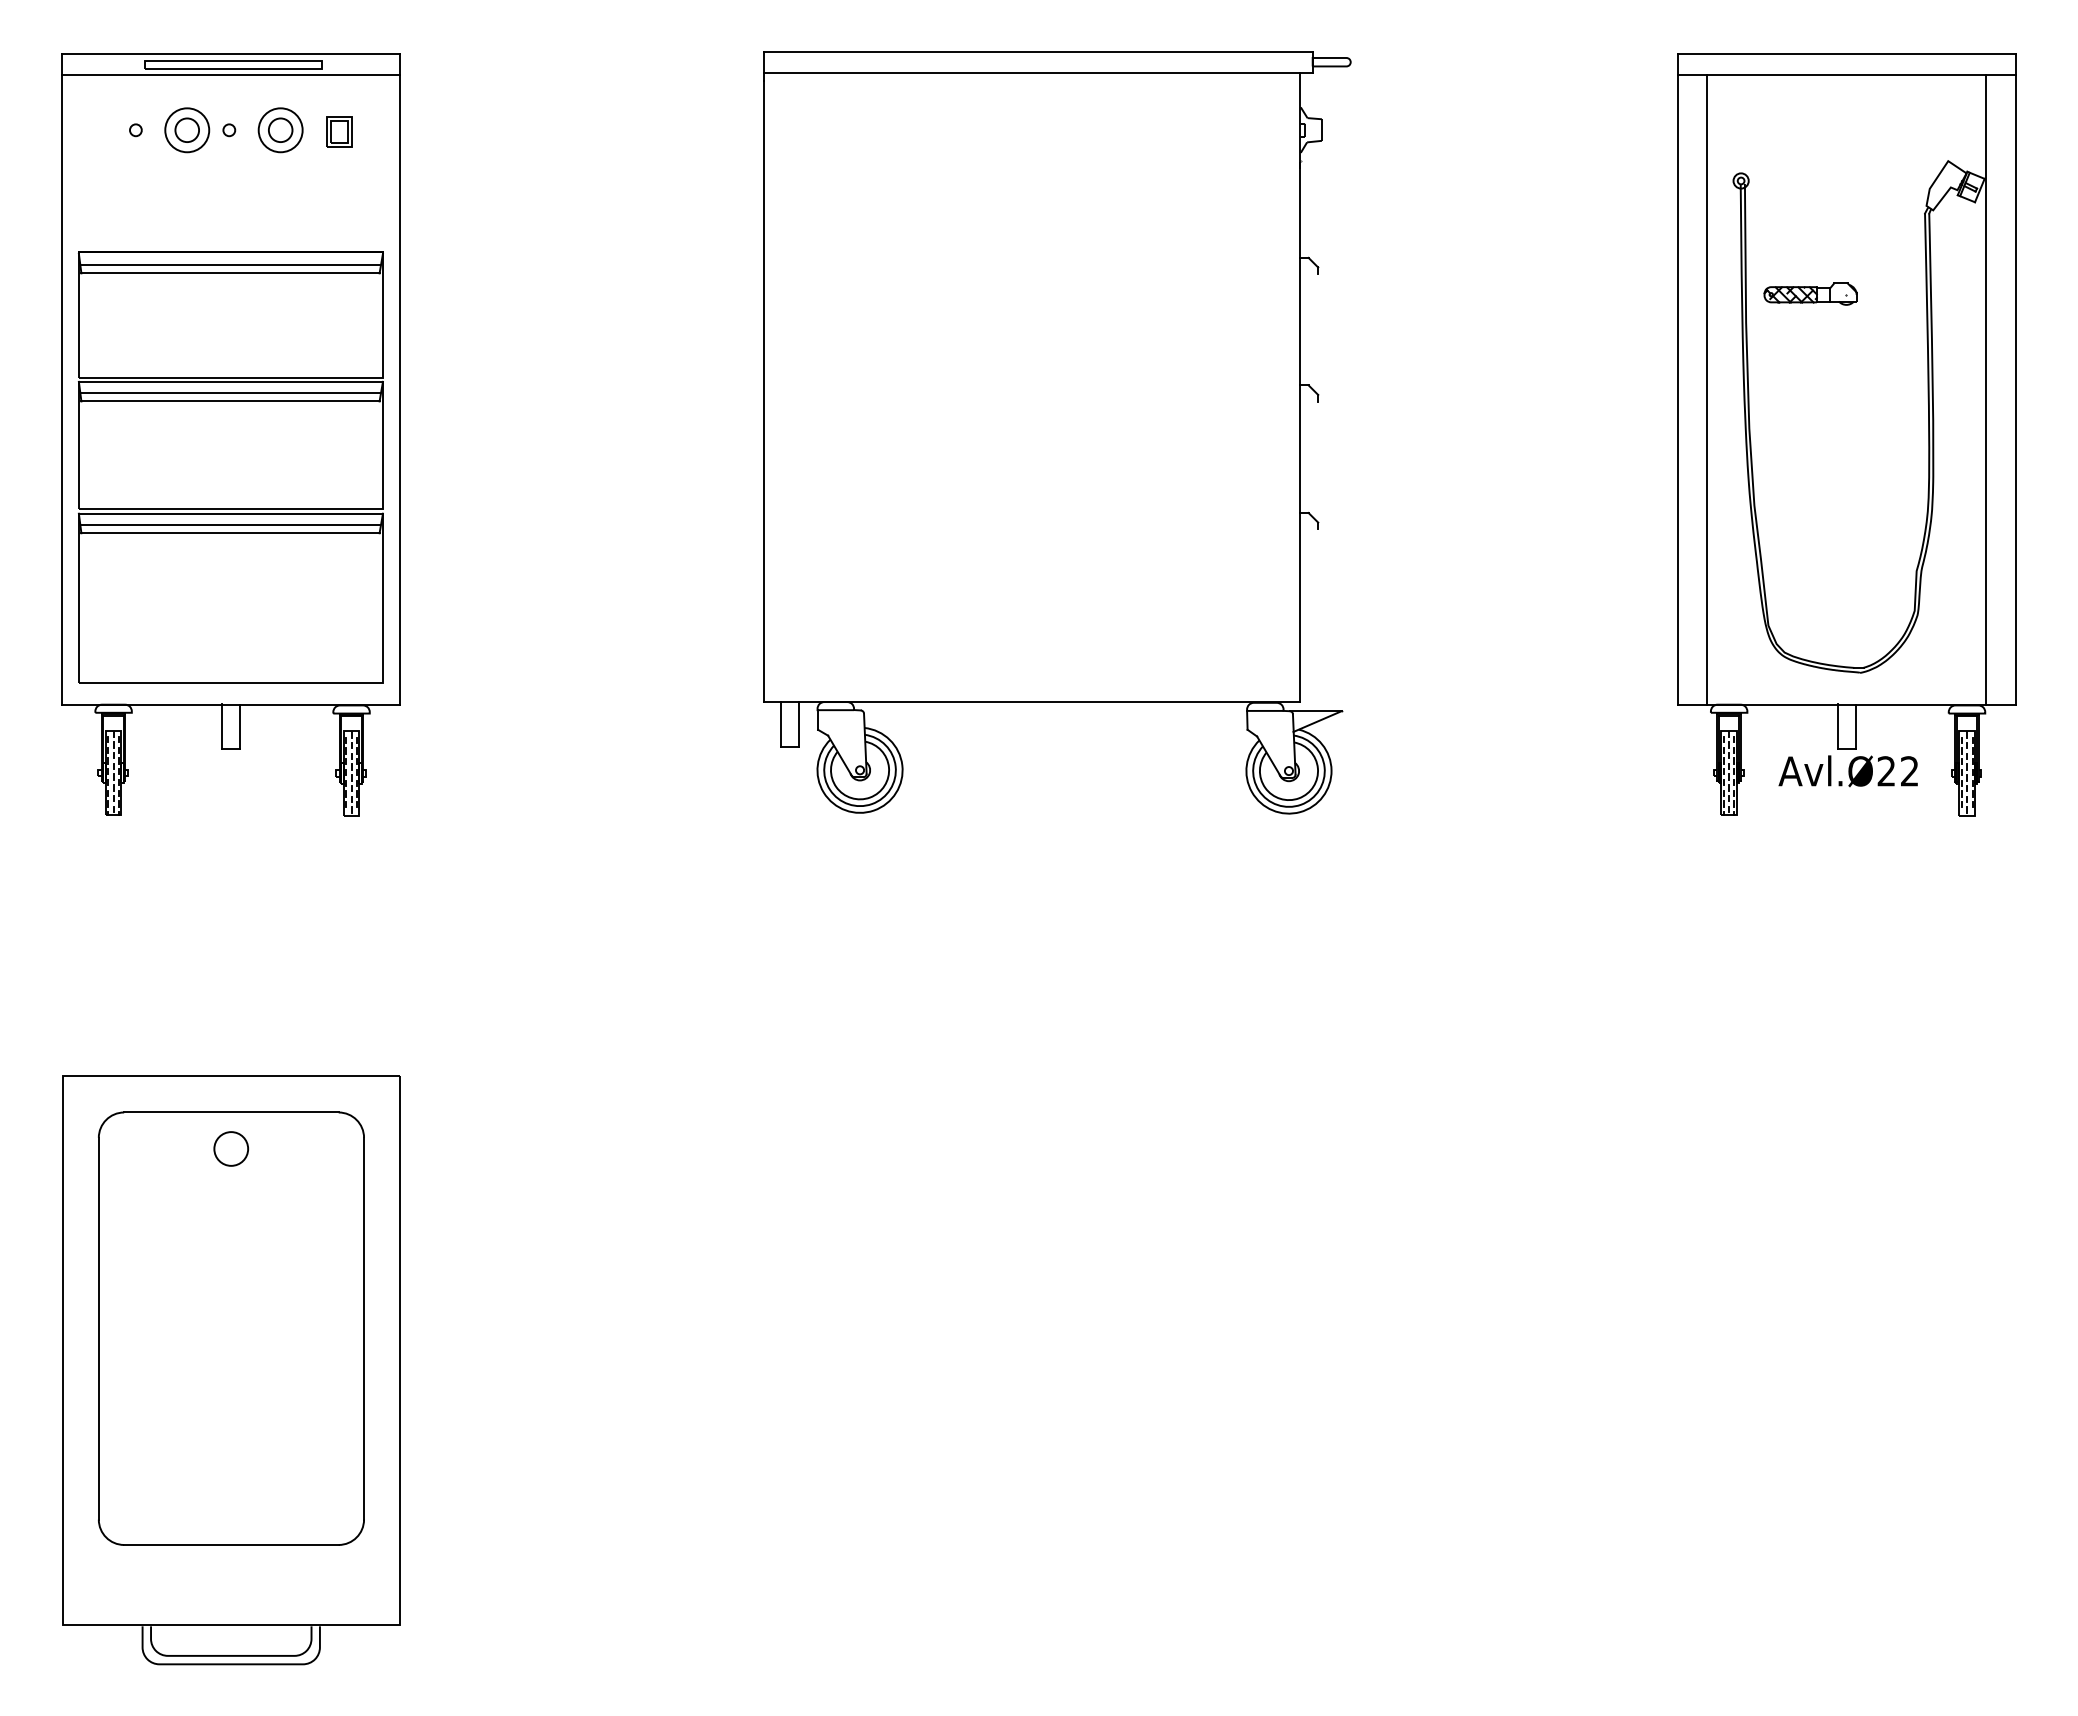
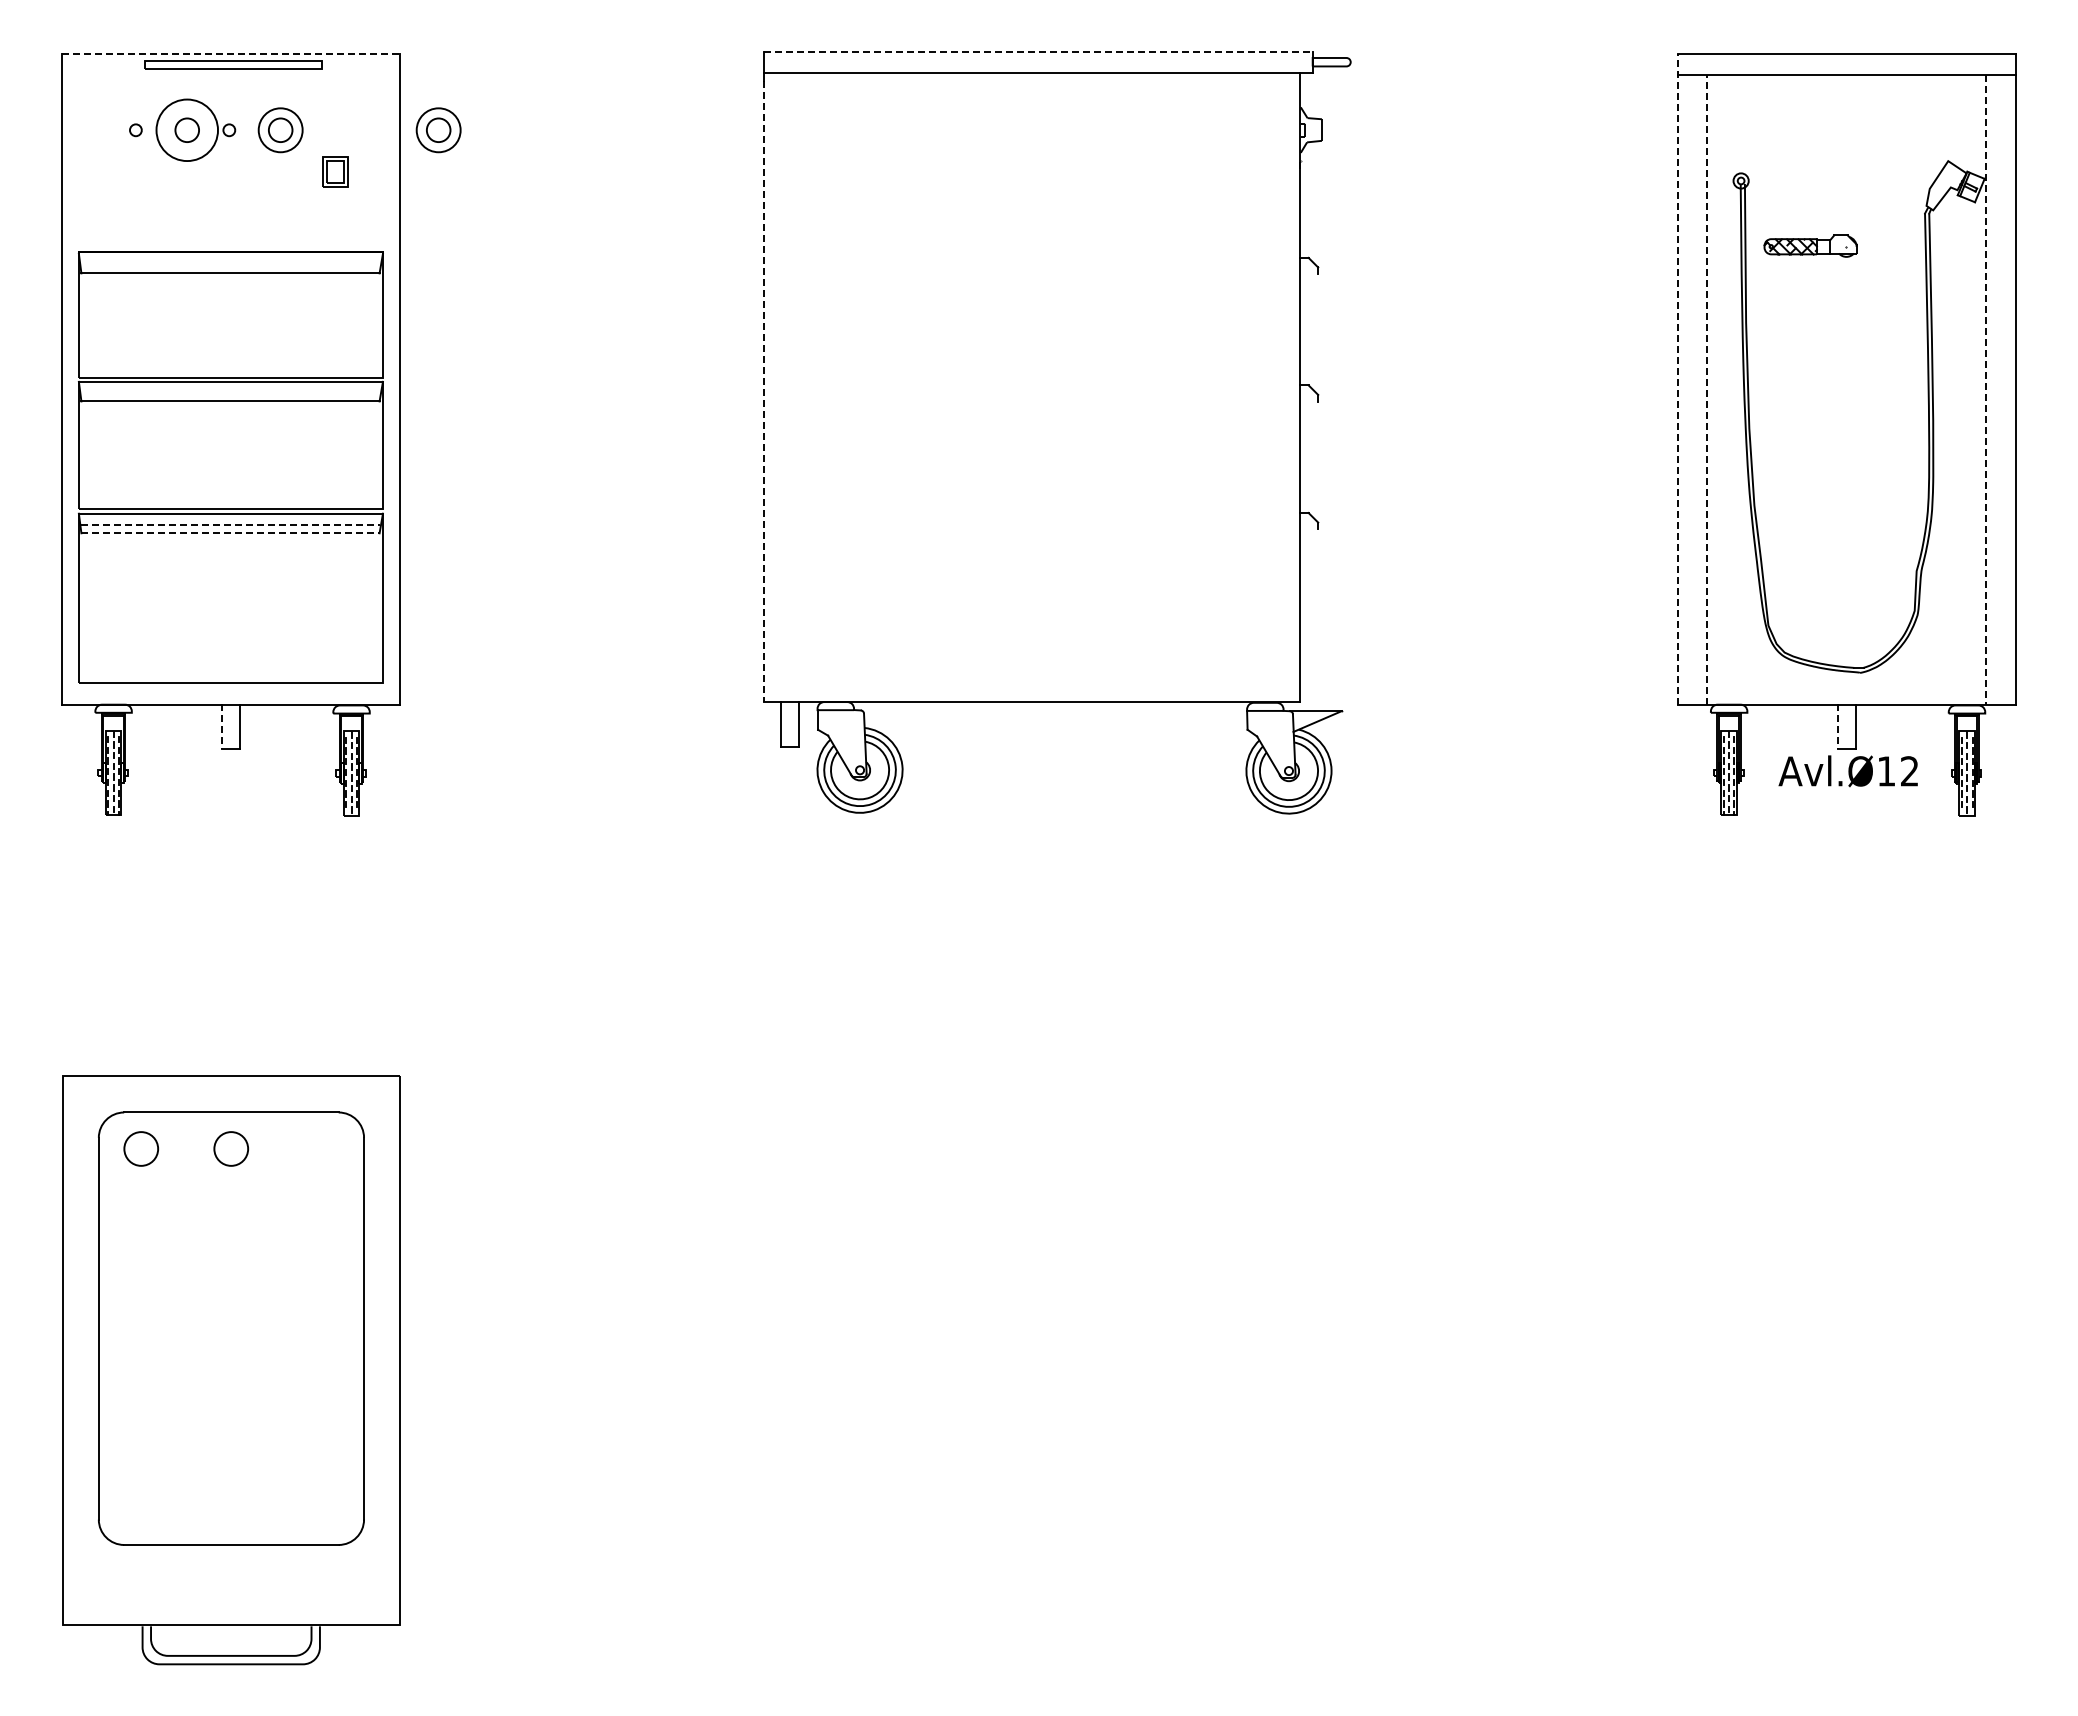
line at (1038, 51): solid -> dashed
line at (231, 54): solid -> dashed
line at (231, 75): present -> none
circle at (187, 130) diameter: 44 px -> 61 px
part at (438, 130): none -> present
part at (339, 131) position: (339, 131) -> (335, 171)
line at (230, 264): present -> none
part at (1810, 293) position: (1810, 293) -> (1810, 245)
line at (1677, 378): solid -> dashed
line at (1707, 390): solid -> dashed
line at (1986, 390): solid -> dashed
line at (763, 392): solid -> dashed
line at (230, 393): present -> none
line at (231, 524): solid -> dashed
line at (231, 533): solid -> dashed
line at (222, 727): solid -> dashed
line at (1837, 727): solid -> dashed
text at (1885, 771): Avl.Ø22 -> Avl.Ø12
circle at (140, 1148): none -> present
